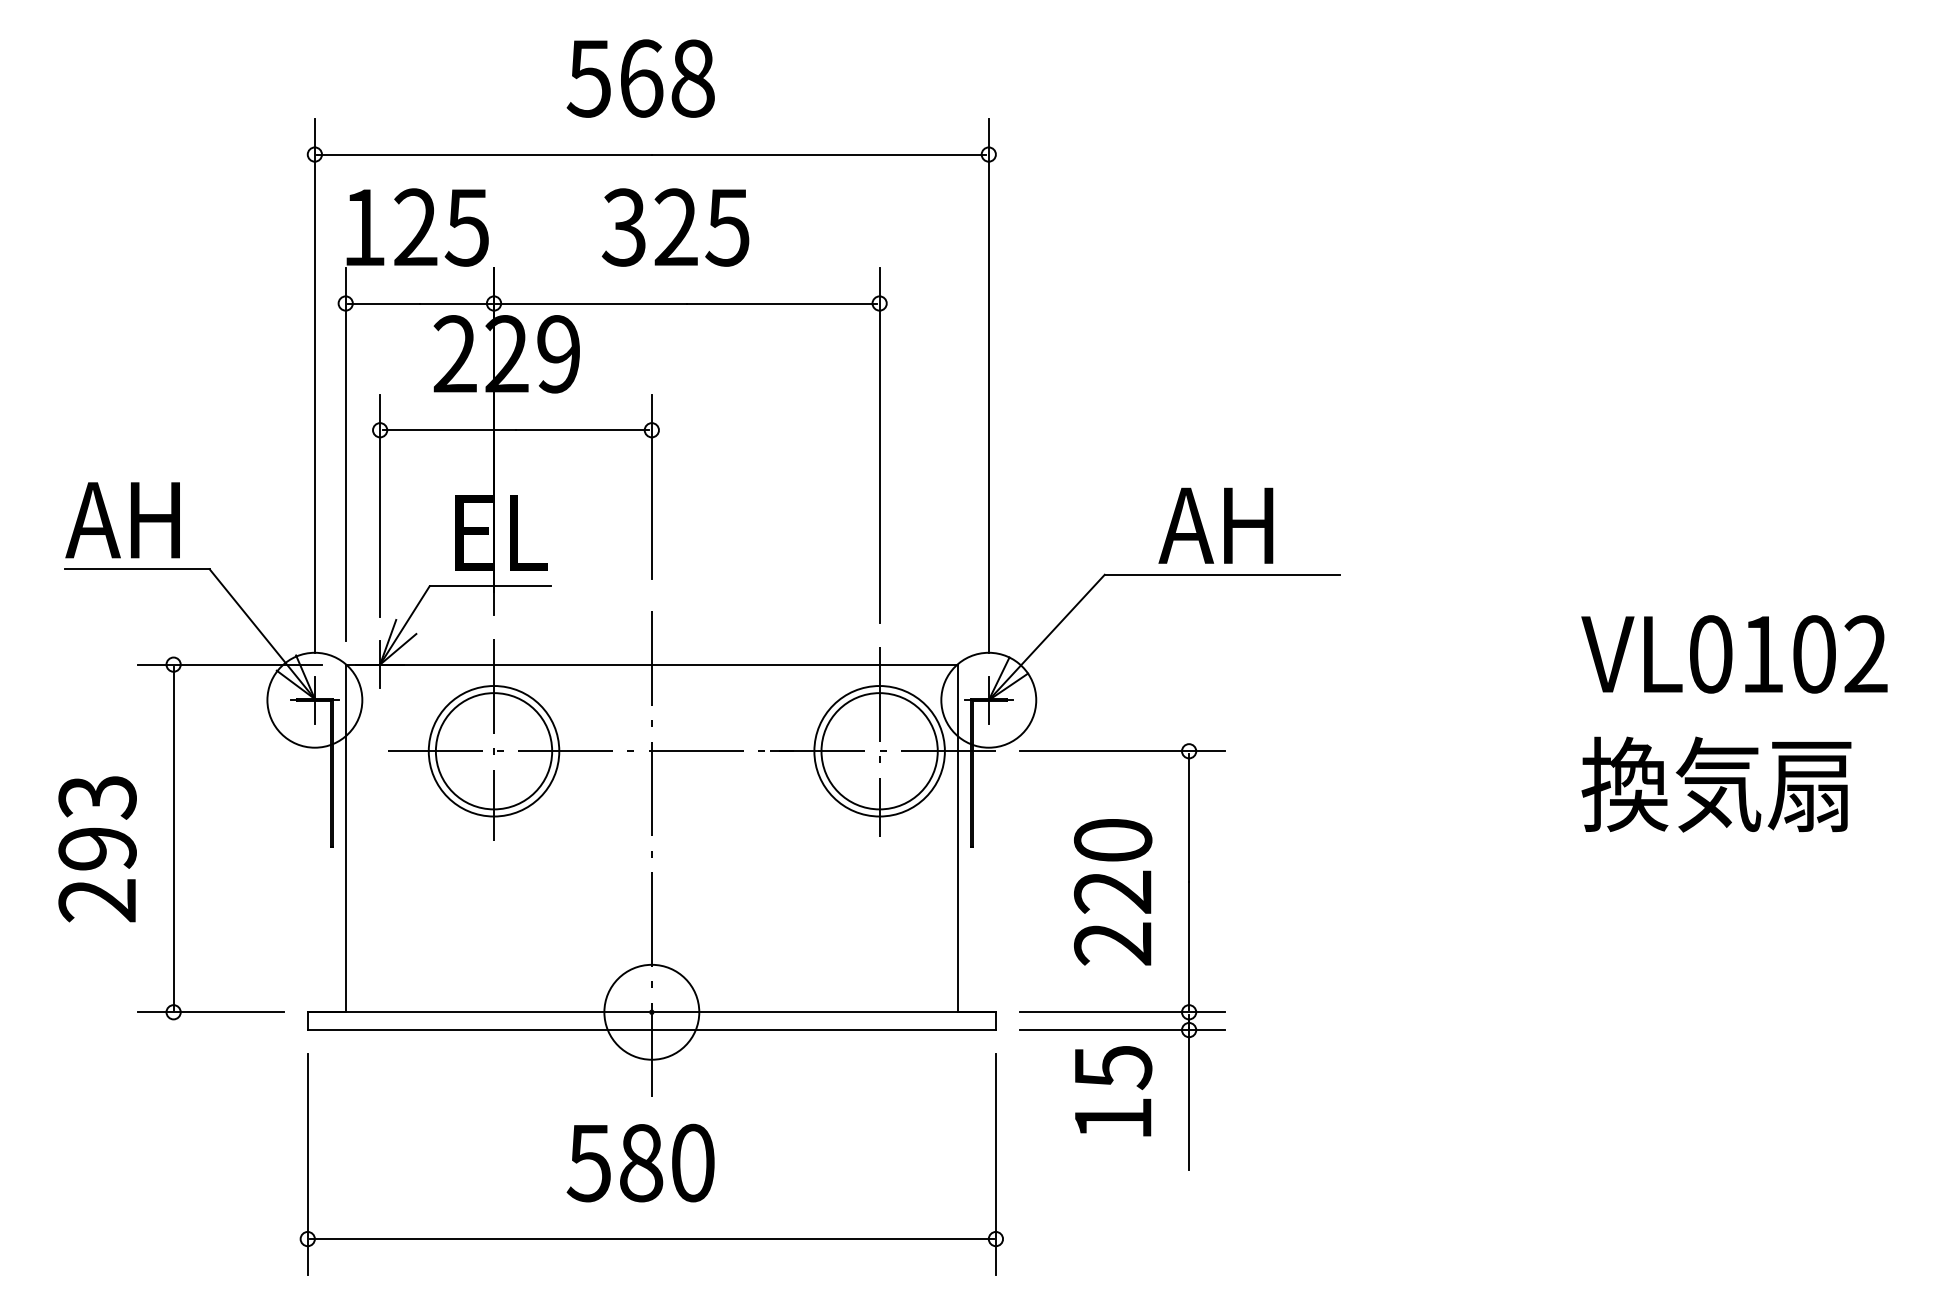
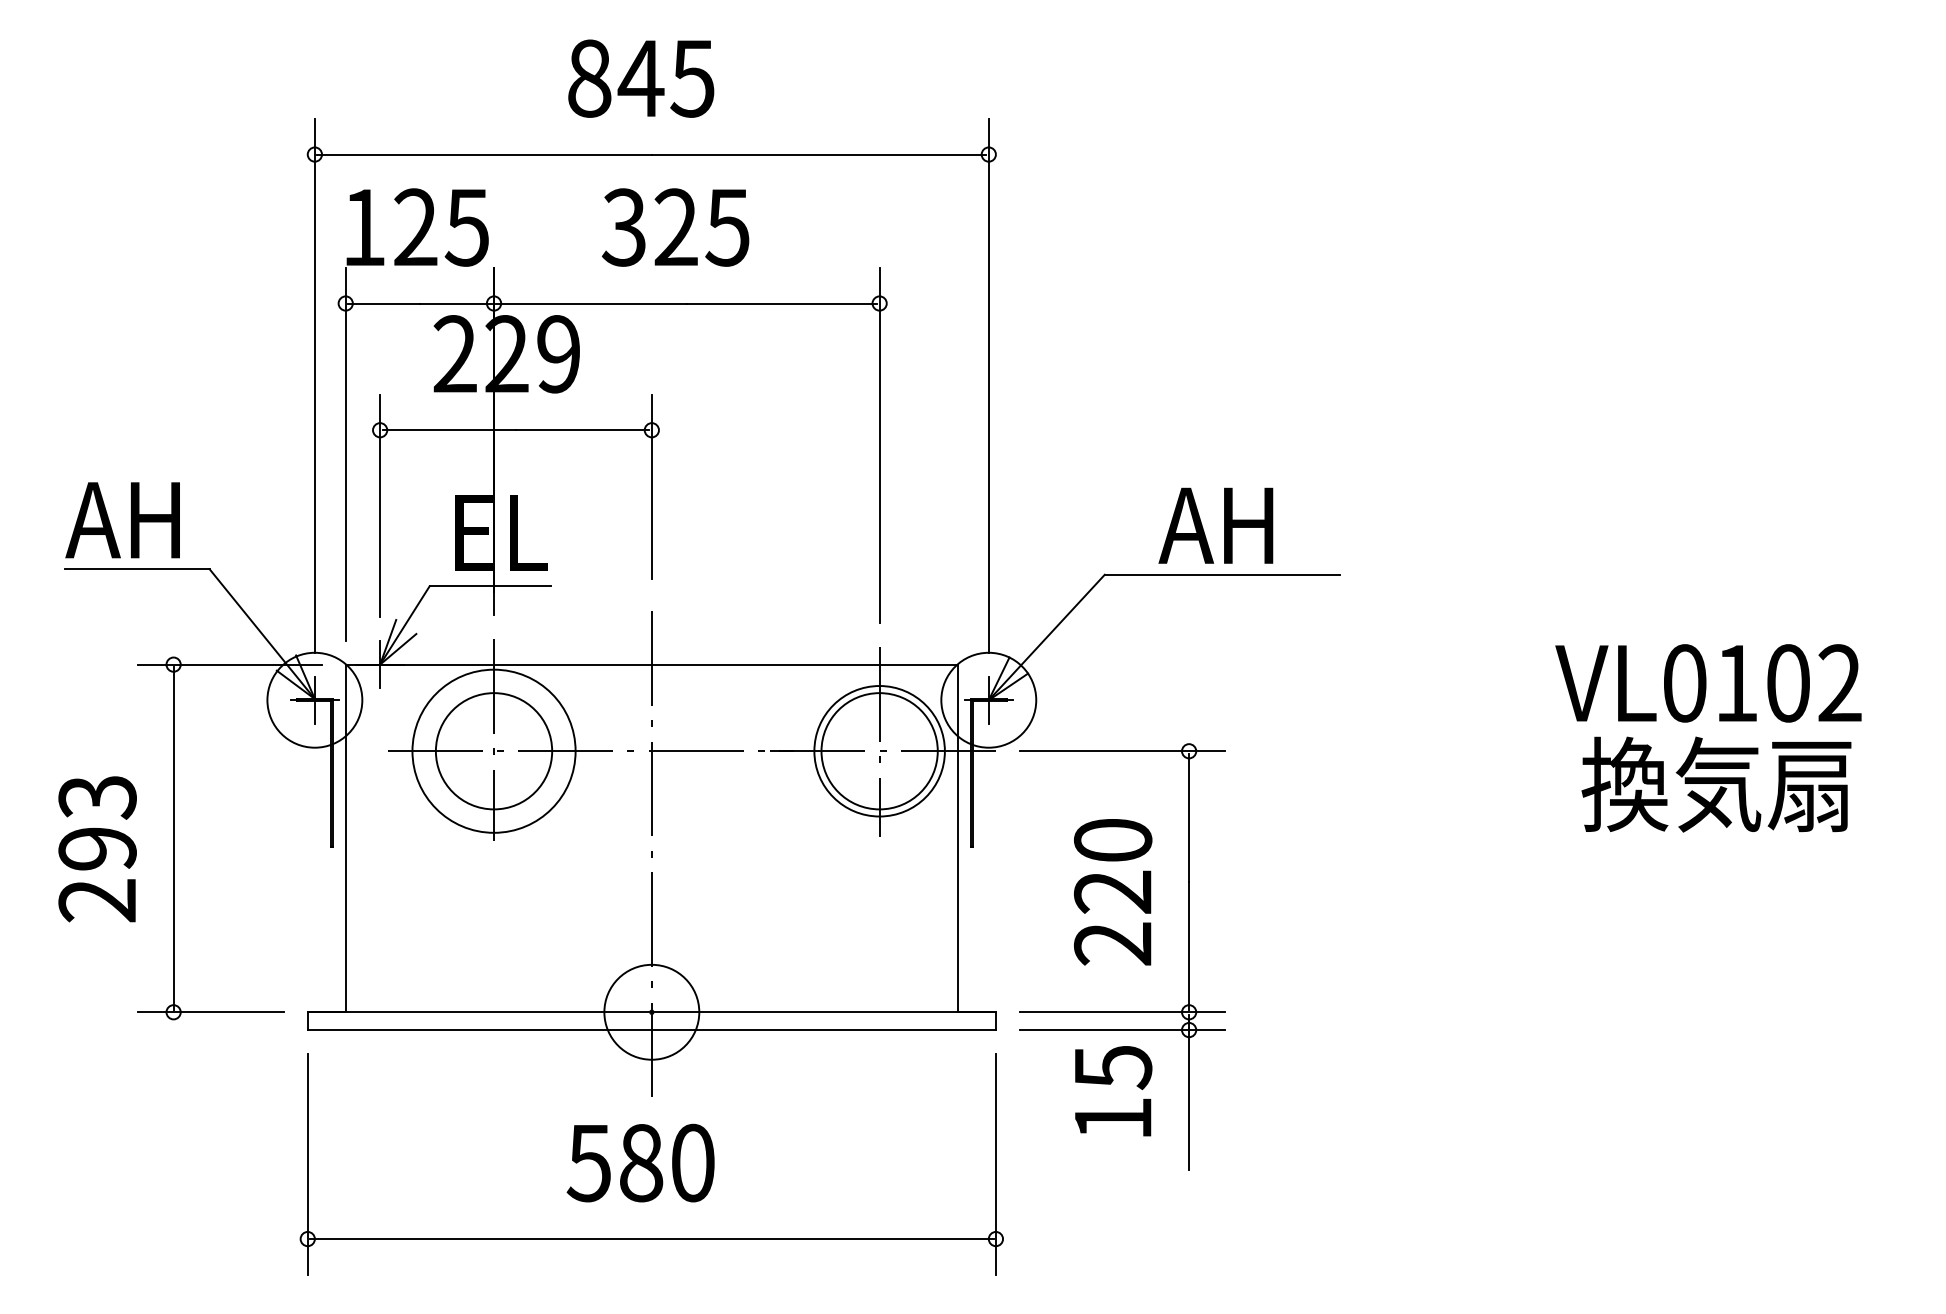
text at (640, 78): 568 -> 845
text at (1734, 654) position: (1734, 654) -> (1708, 683)
circle at (493, 751) diameter: 131 px -> 163 px
